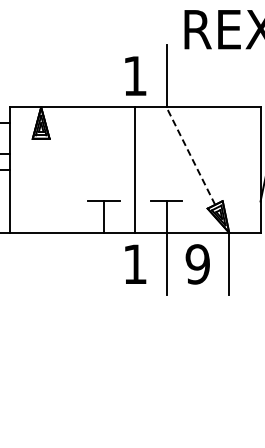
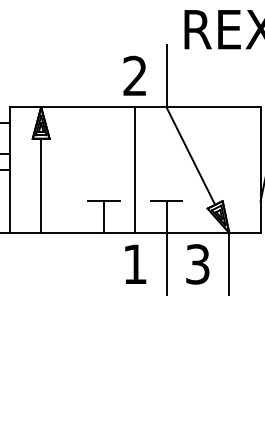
text at (134, 75): 1 -> 2
line at (190, 155): dashed -> solid
line at (41, 185): none -> present
text at (197, 264): 9 -> 3
